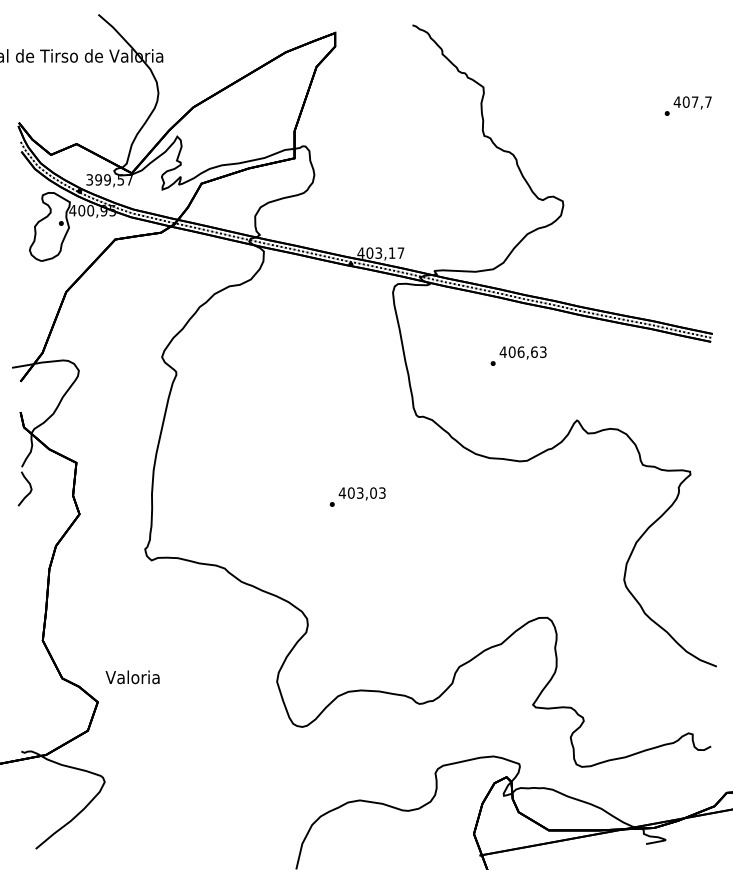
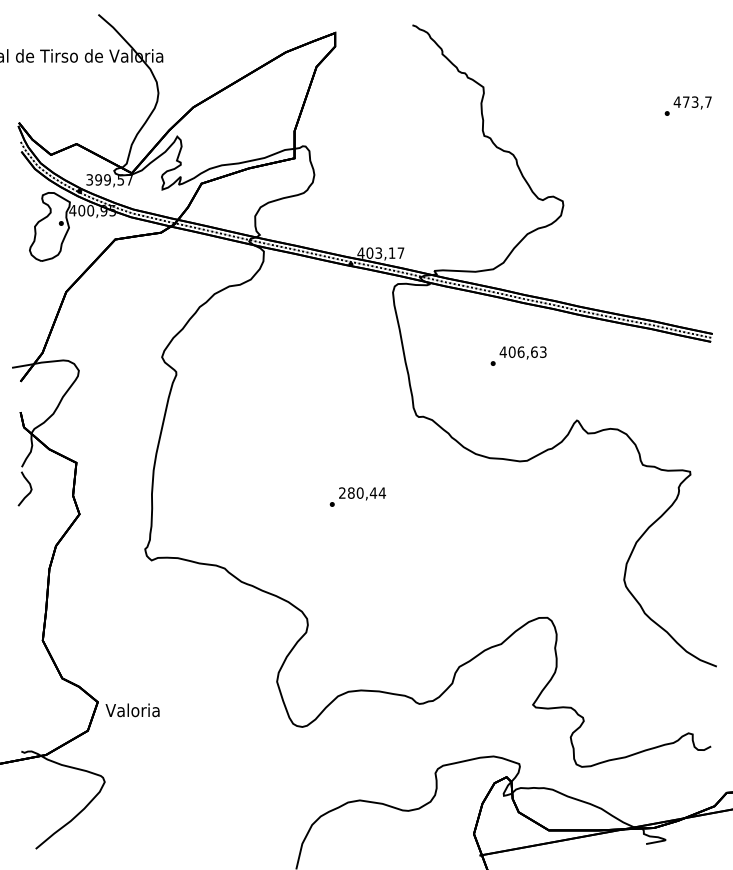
text at (690, 101): 407,7 -> 473,7
text at (362, 492): 403,03 -> 280,44
text at (132, 677) position: (132, 677) -> (132, 710)
